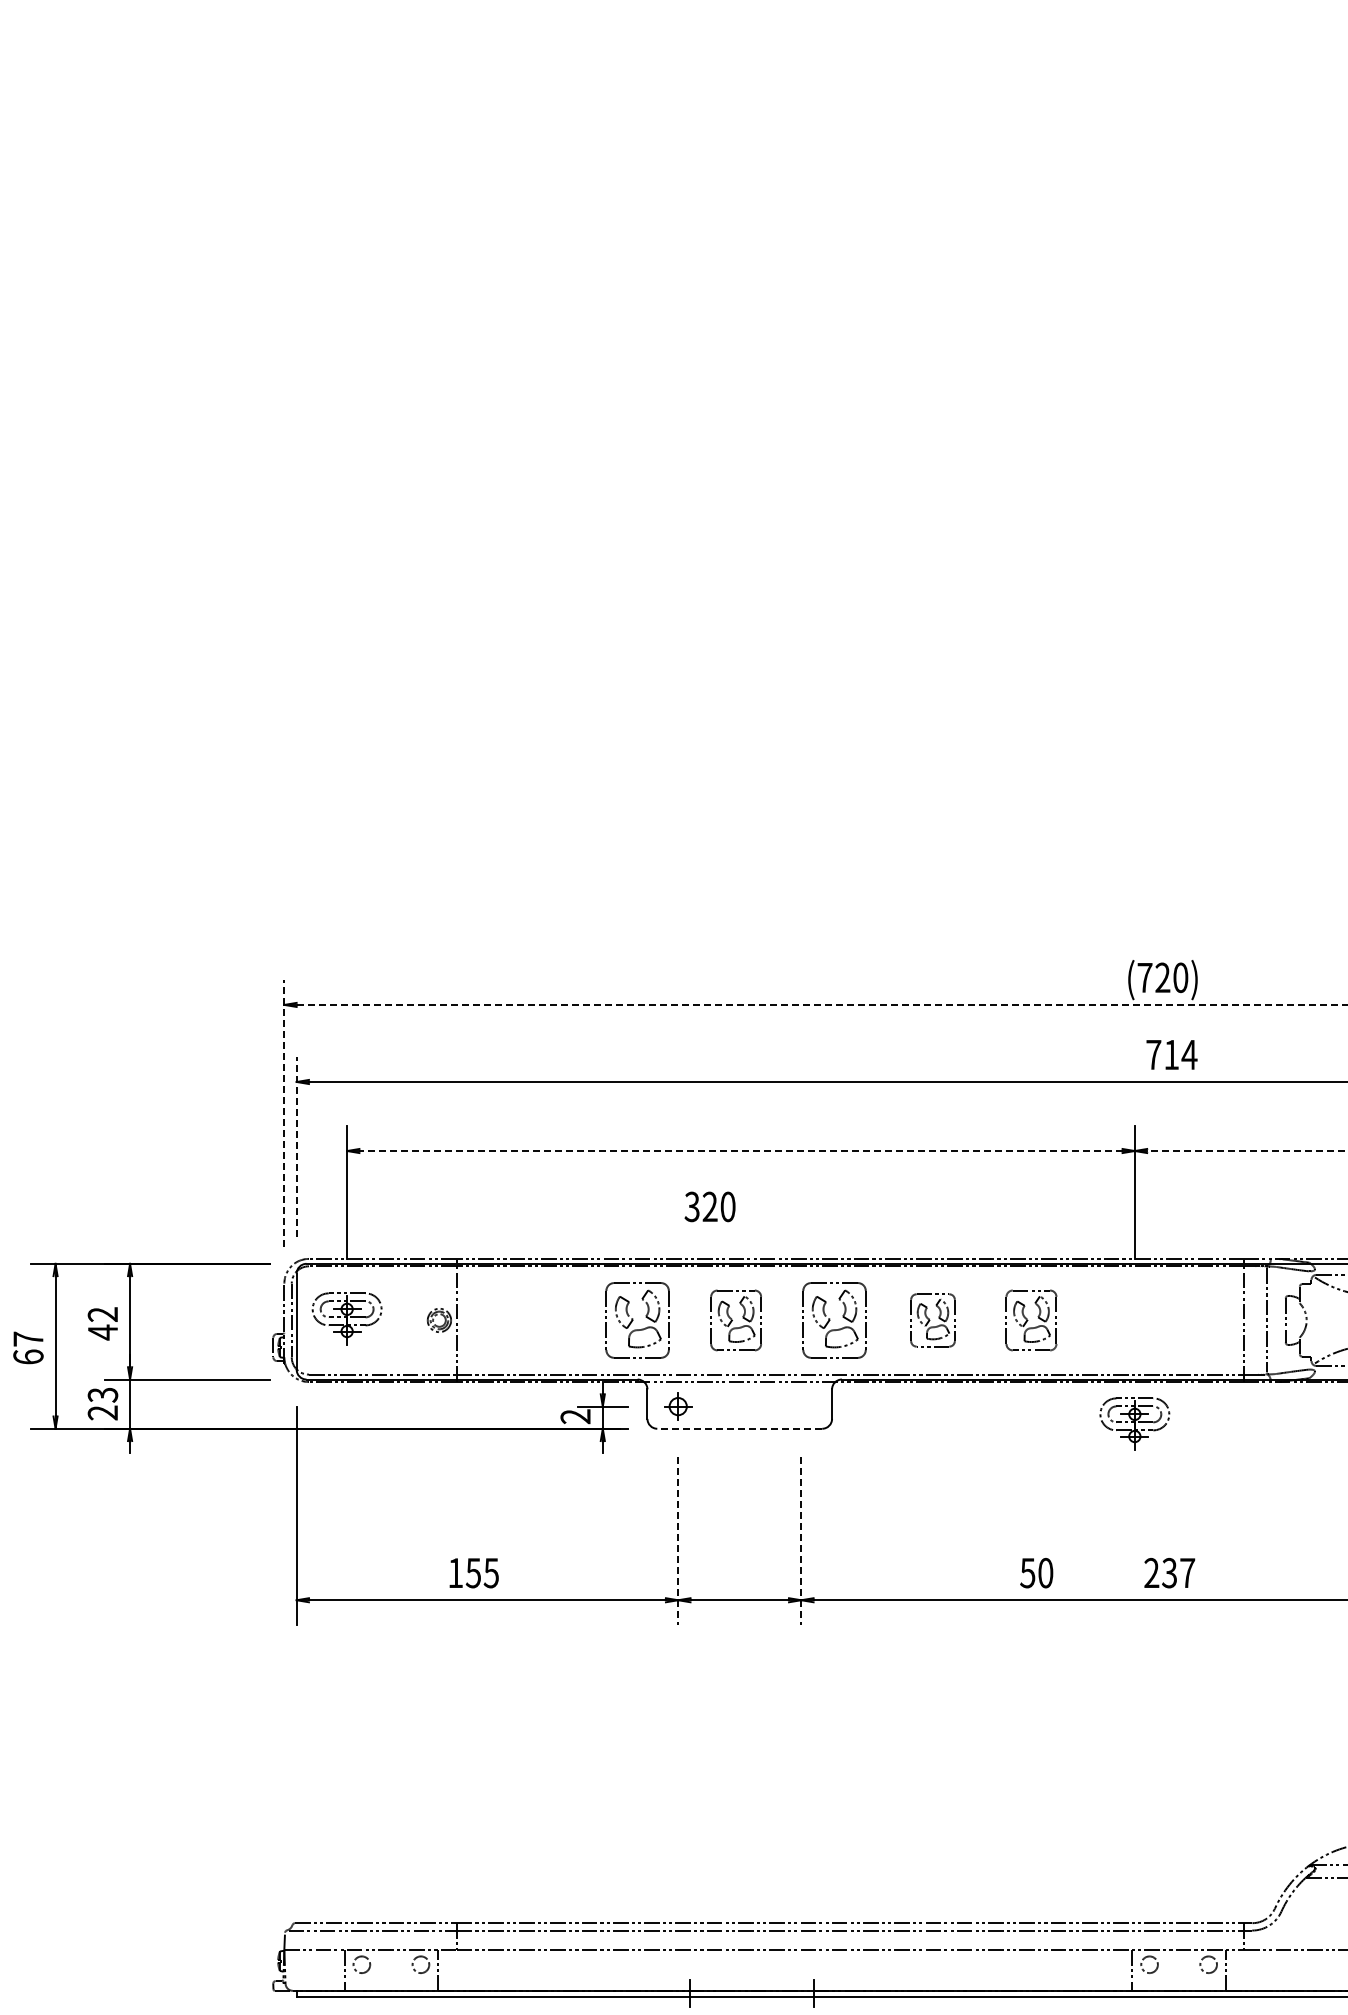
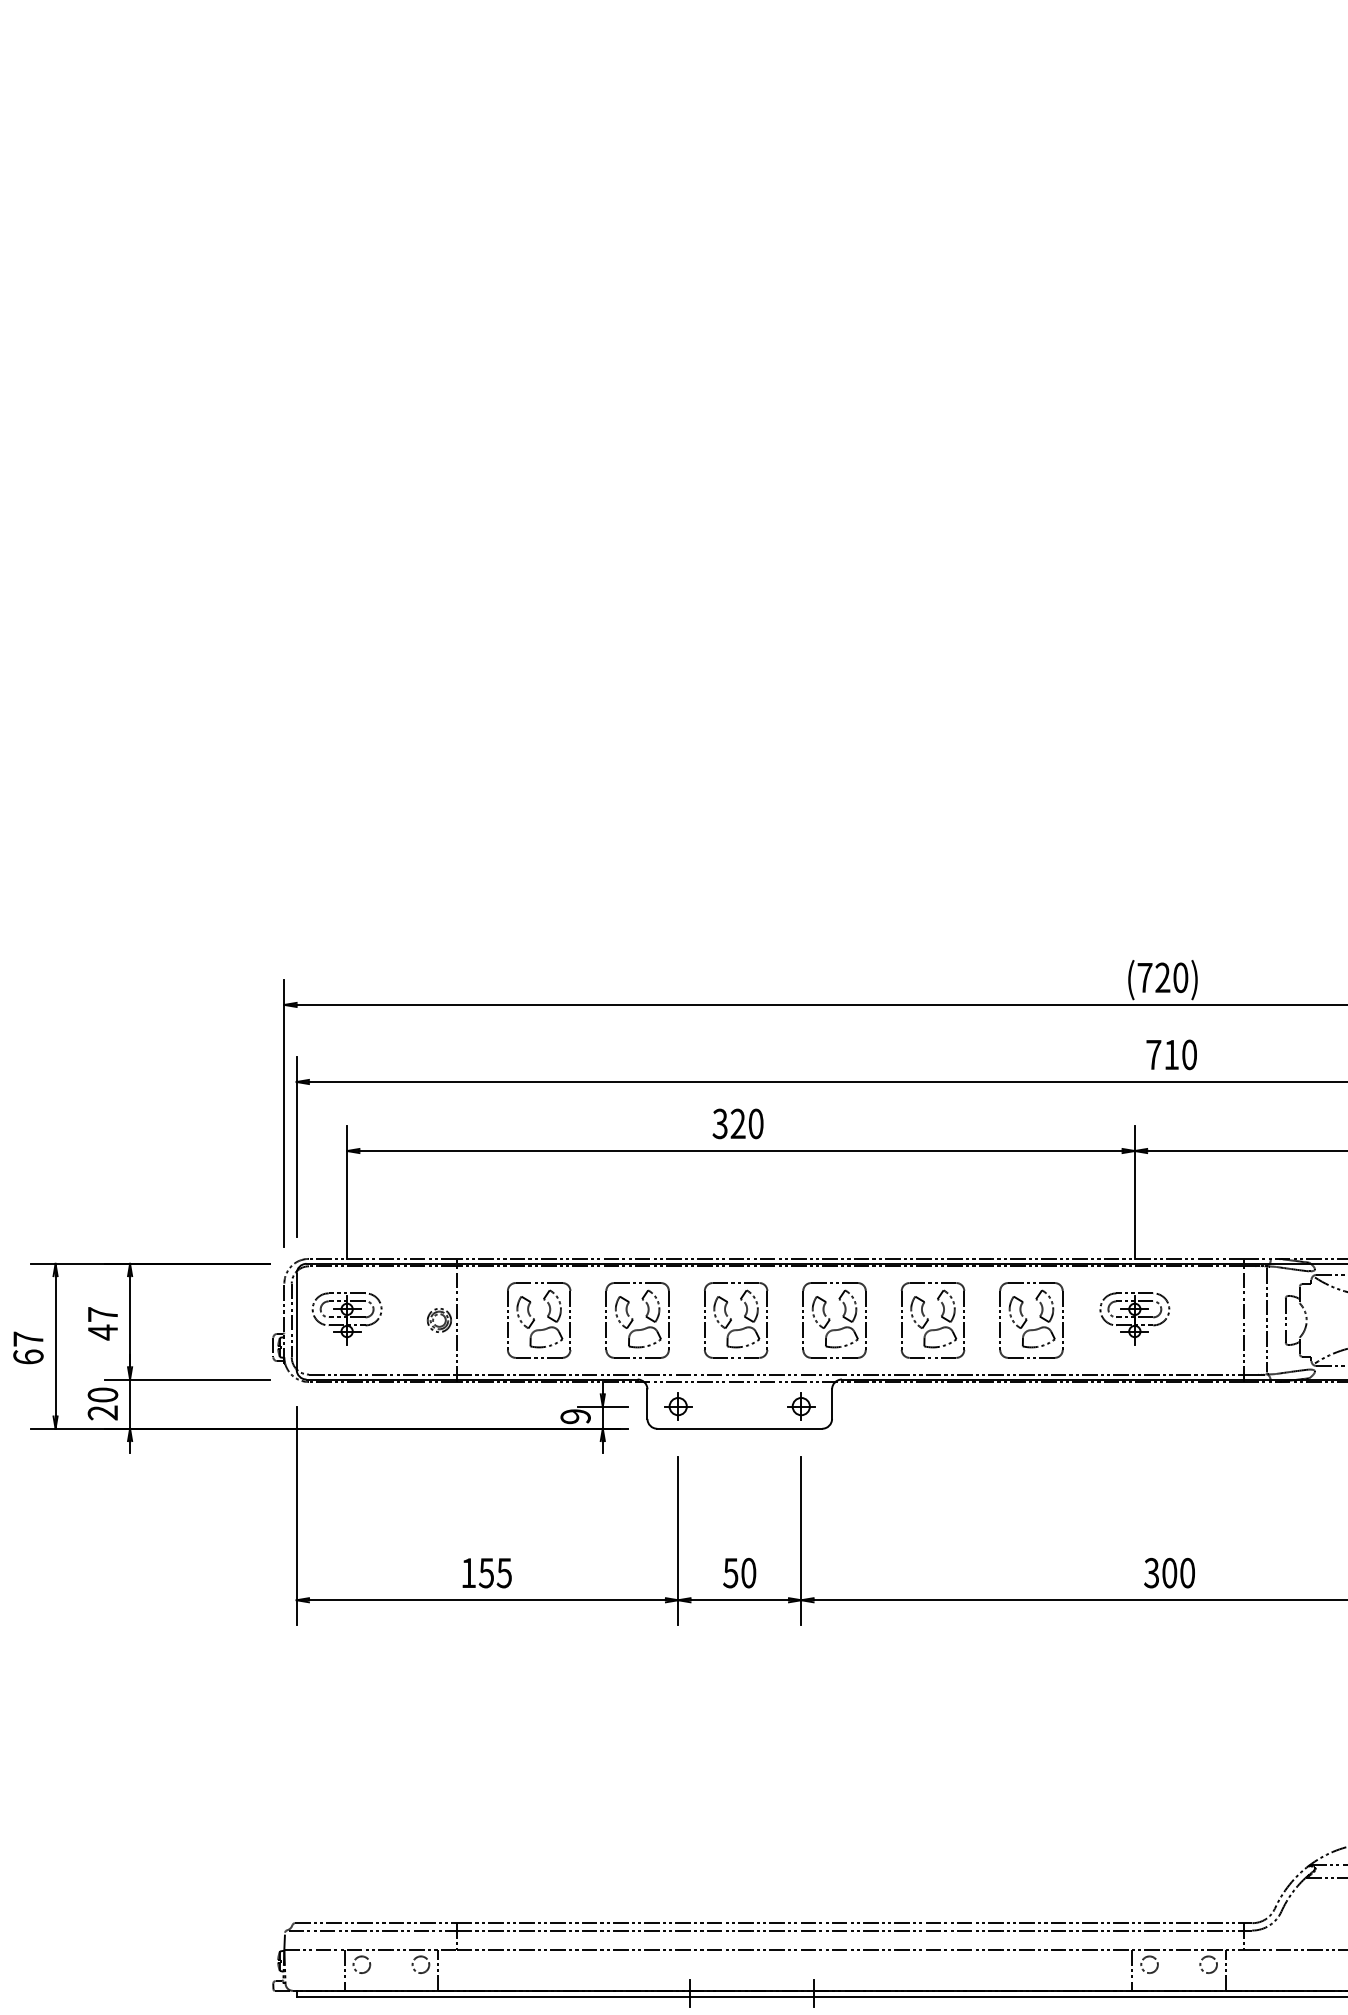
line at (822, 1004): dashed -> solid
text at (1189, 1054): 714 -> 710
line at (284, 1112): dashed -> solid
line at (296, 1147): dashed -> solid
line at (741, 1151): dashed -> solid
line at (1247, 1151): dashed -> solid
text at (709, 1206) position: (709, 1206) -> (737, 1123)
text at (102, 1314): 42 -> 47
part at (539, 1320): none -> present
part at (735, 1320) size: 52x63 px -> 65x77 px
part at (932, 1320) size: 46x55 px -> 66x77 px
part at (1031, 1320) size: 53x63 px -> 65x77 px
text at (102, 1394): 23 -> 20
part at (801, 1406): none -> present
text at (575, 1416): 2 -> 9
part at (1134, 1423) position: (1134, 1423) -> (1134, 1318)
line at (739, 1428): dashed -> solid
line at (678, 1540): dashed -> solid
line at (801, 1540): dashed -> solid
text at (1169, 1572): 237 -> 300
text at (473, 1573) position: (473, 1573) -> (486, 1573)
text at (1036, 1573) position: (1036, 1573) -> (739, 1573)
